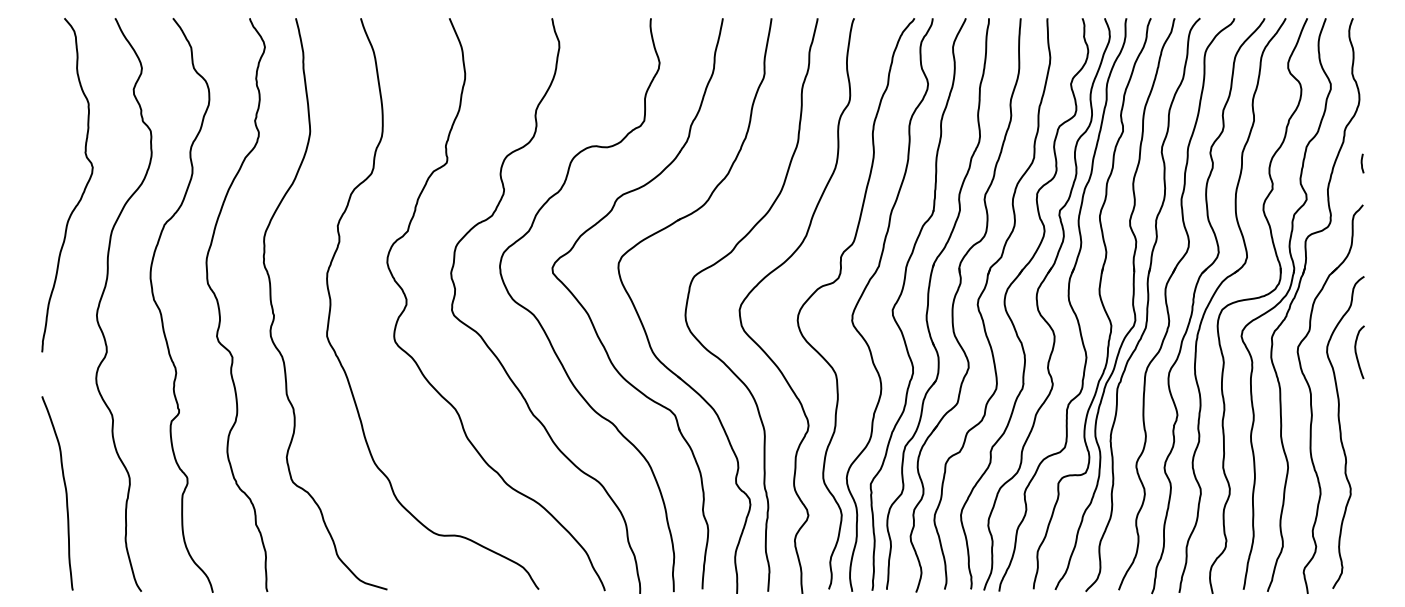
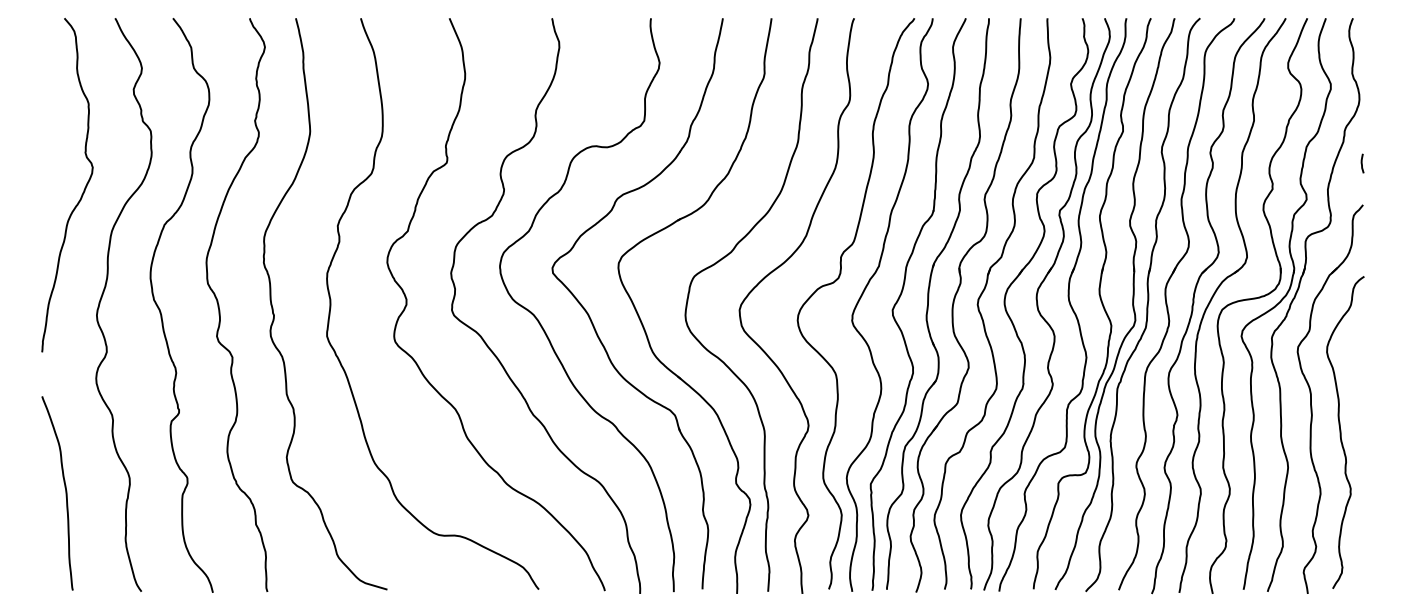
curve at (1357, 354): present -> none
